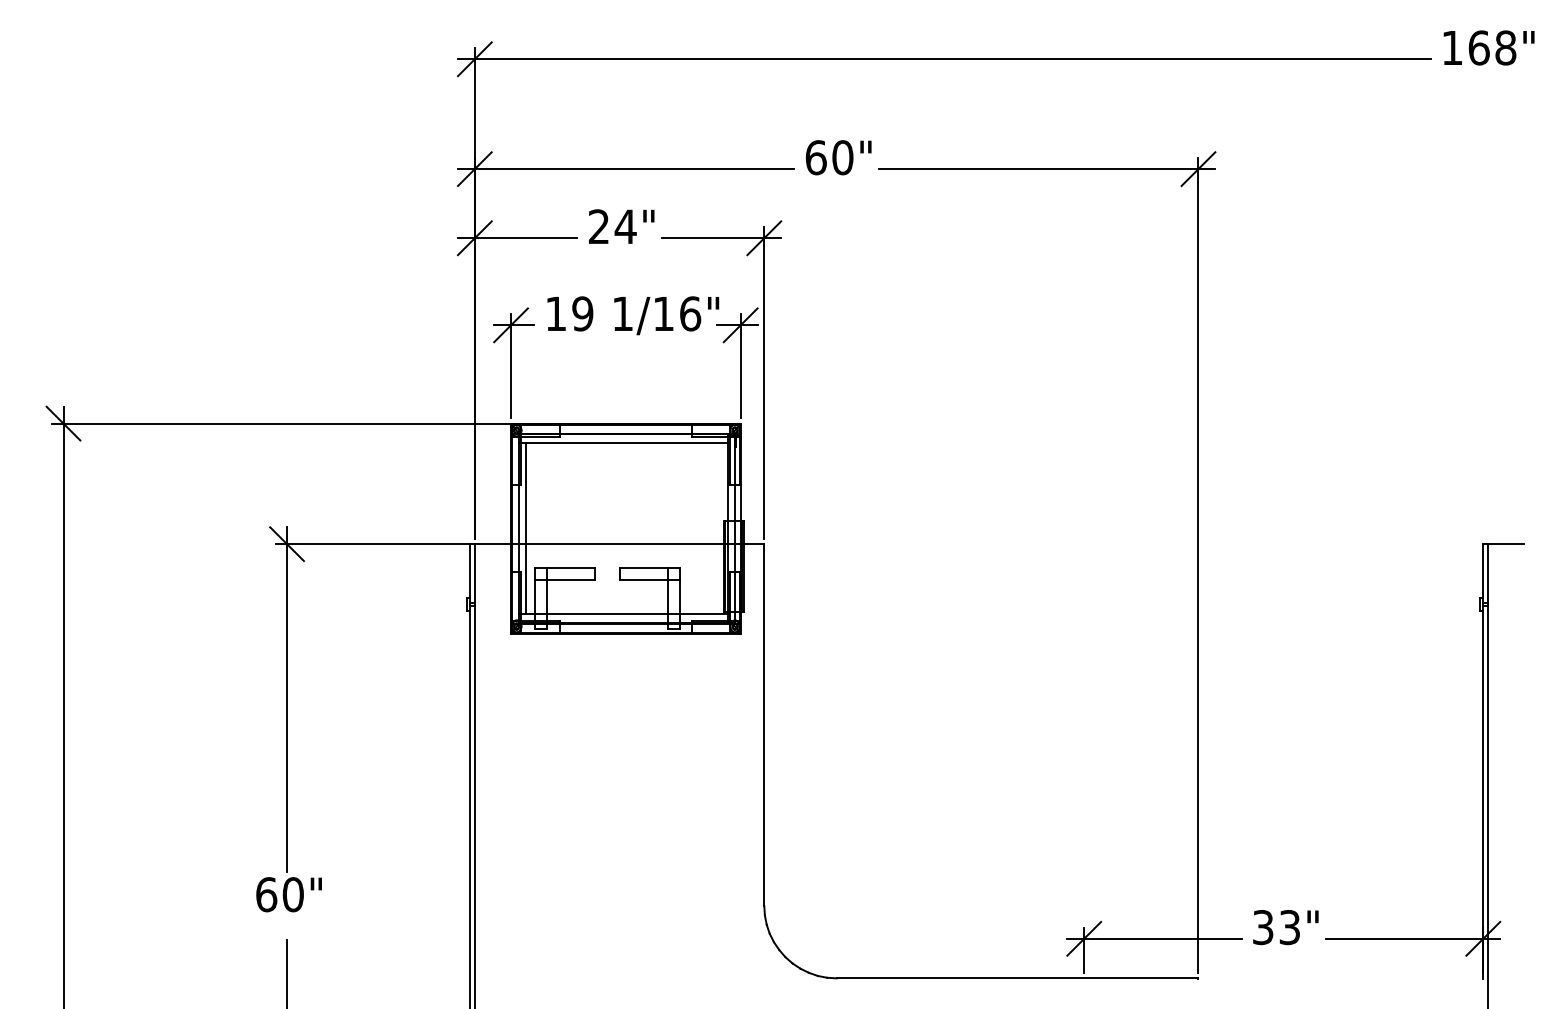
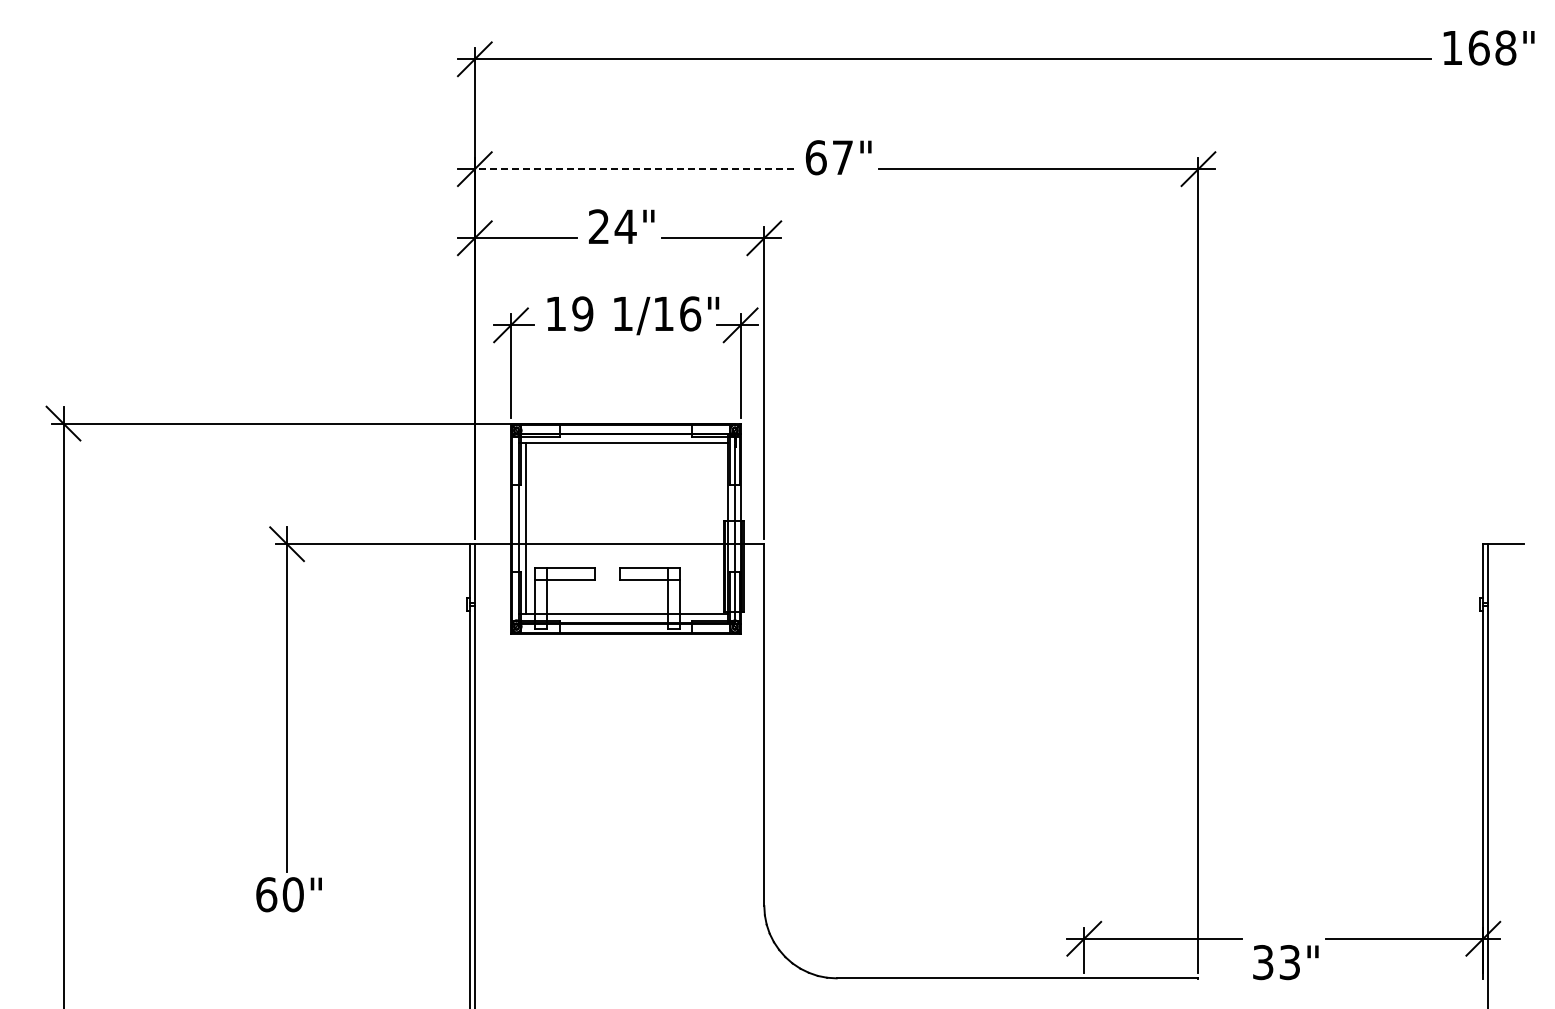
text at (842, 157): 60" -> 67"
line at (634, 169): solid -> dashed
text at (1285, 927) position: (1285, 927) -> (1285, 962)
line at (287, 972): present -> none
